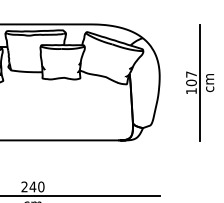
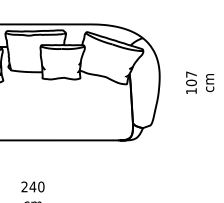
line at (200, 82): present -> none
line at (80, 195): present -> none
